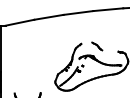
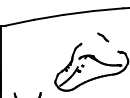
part at (97, 46) position: (97, 46) -> (103, 37)
